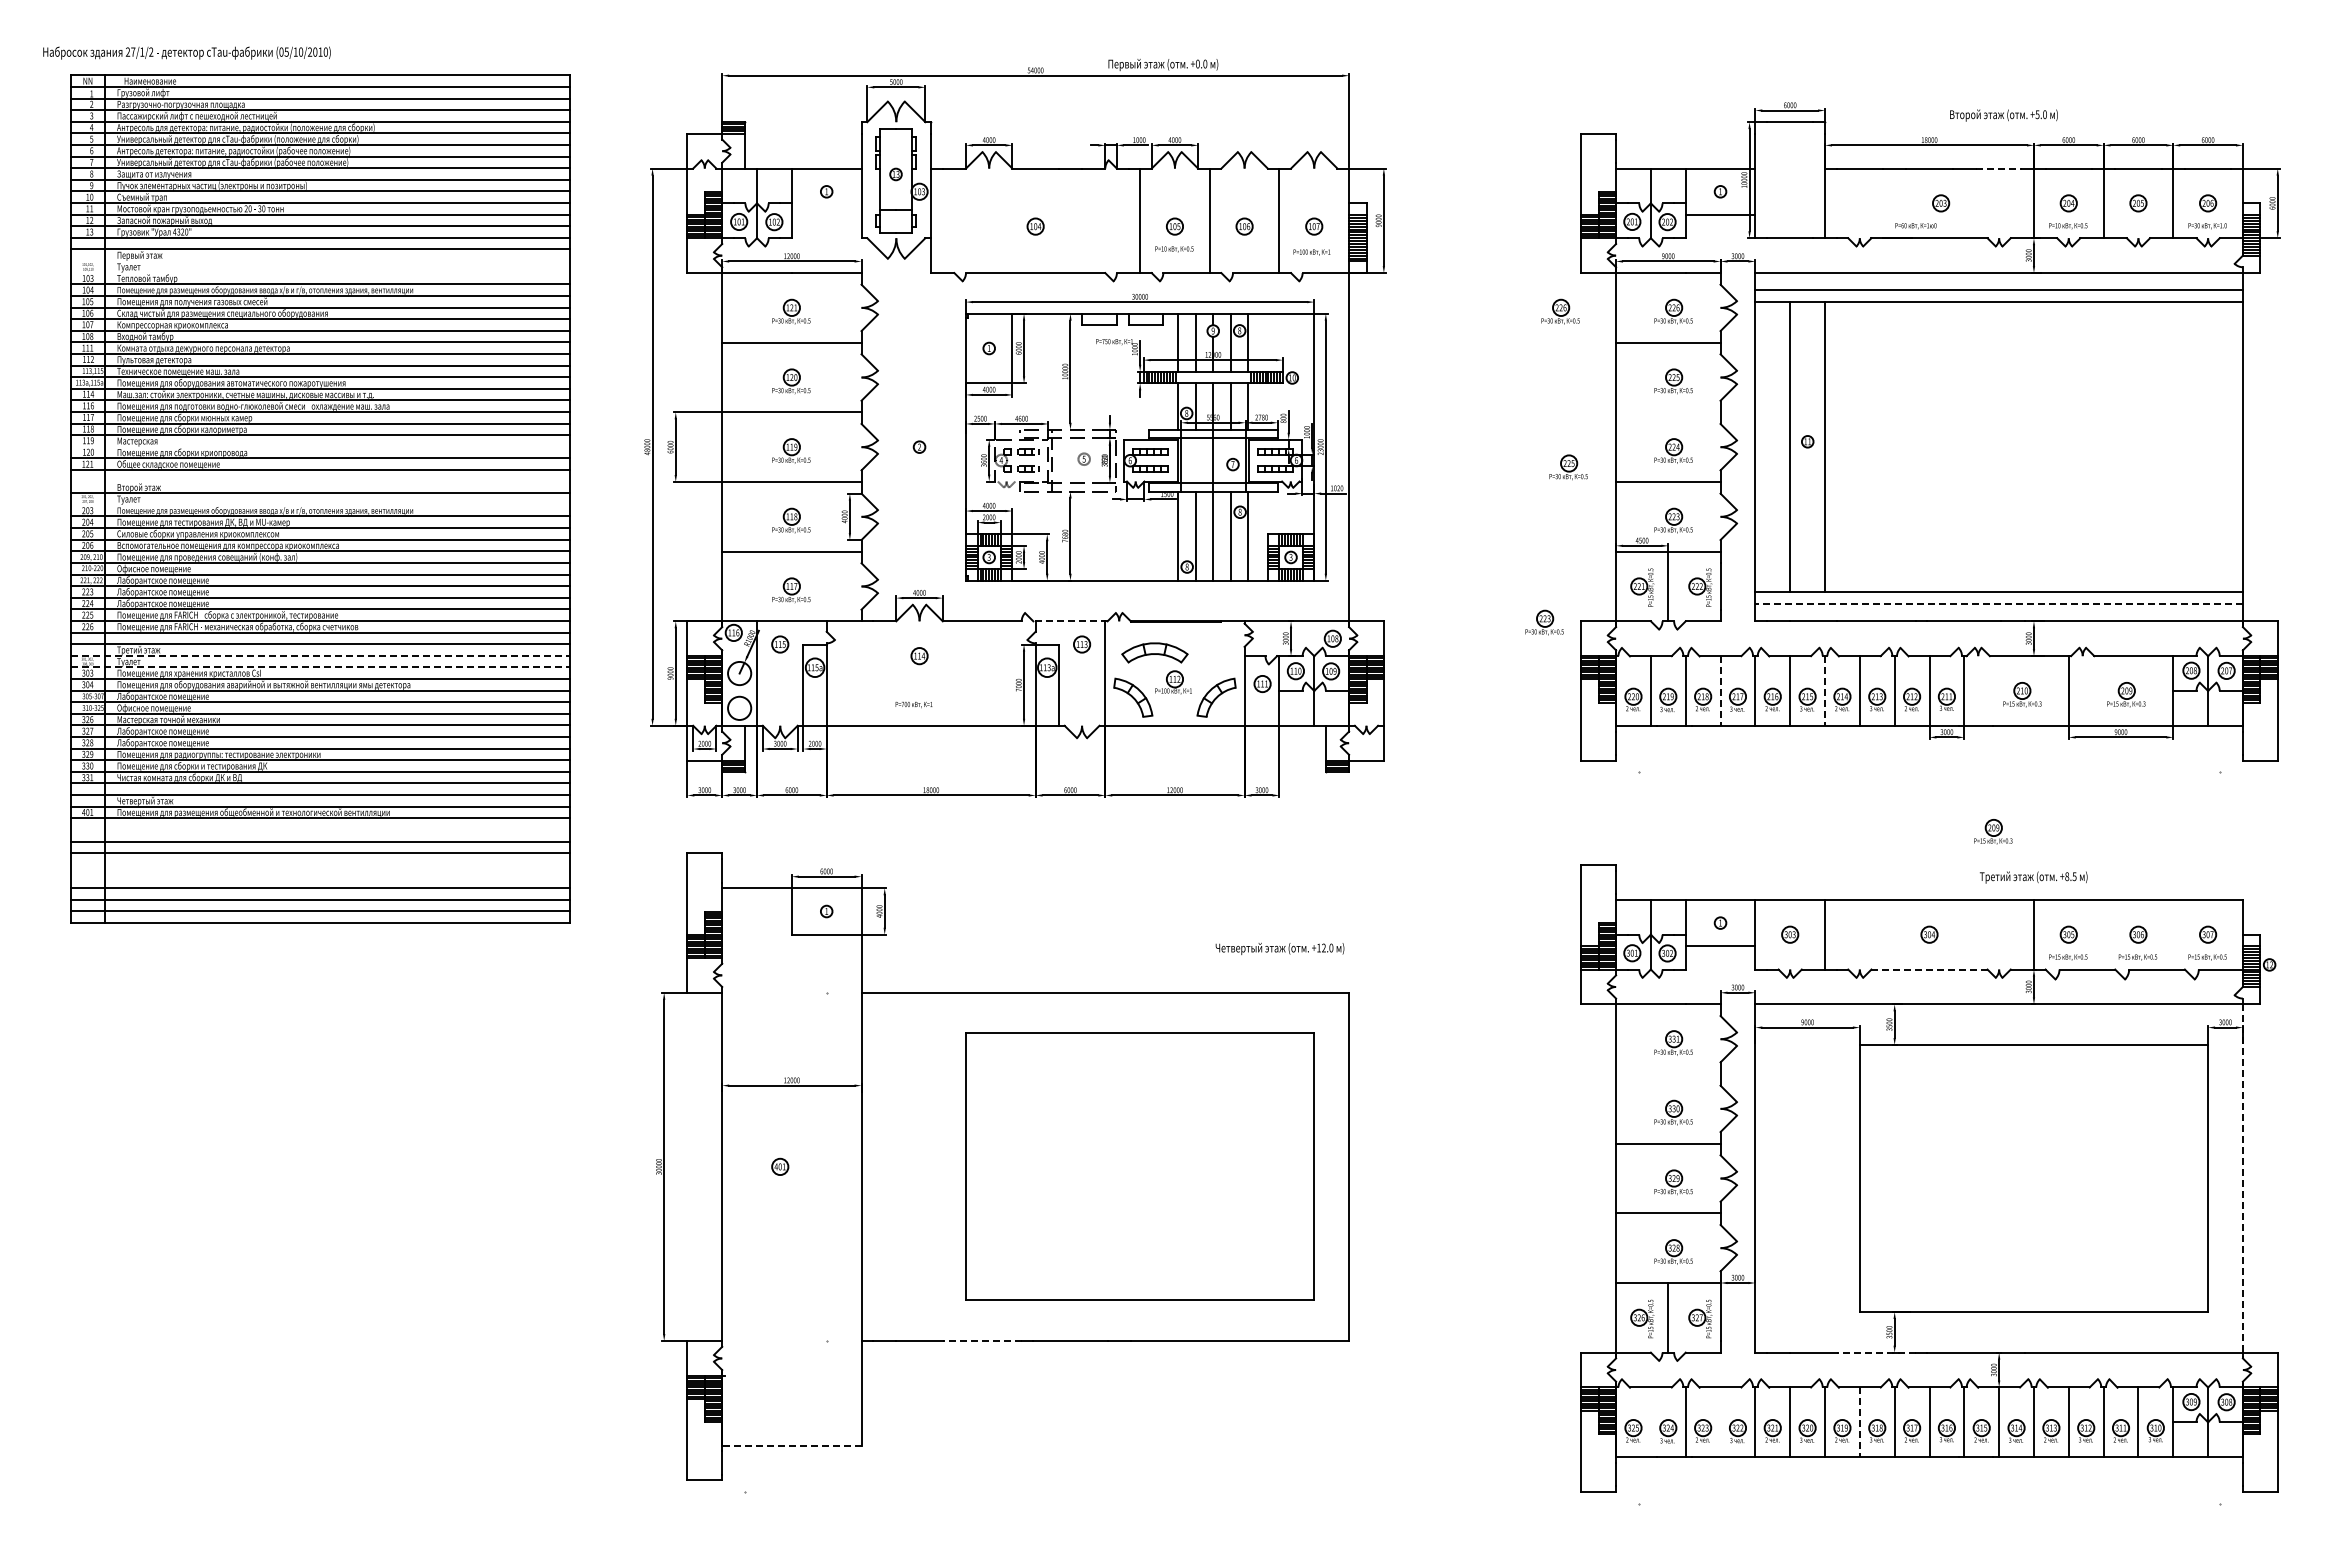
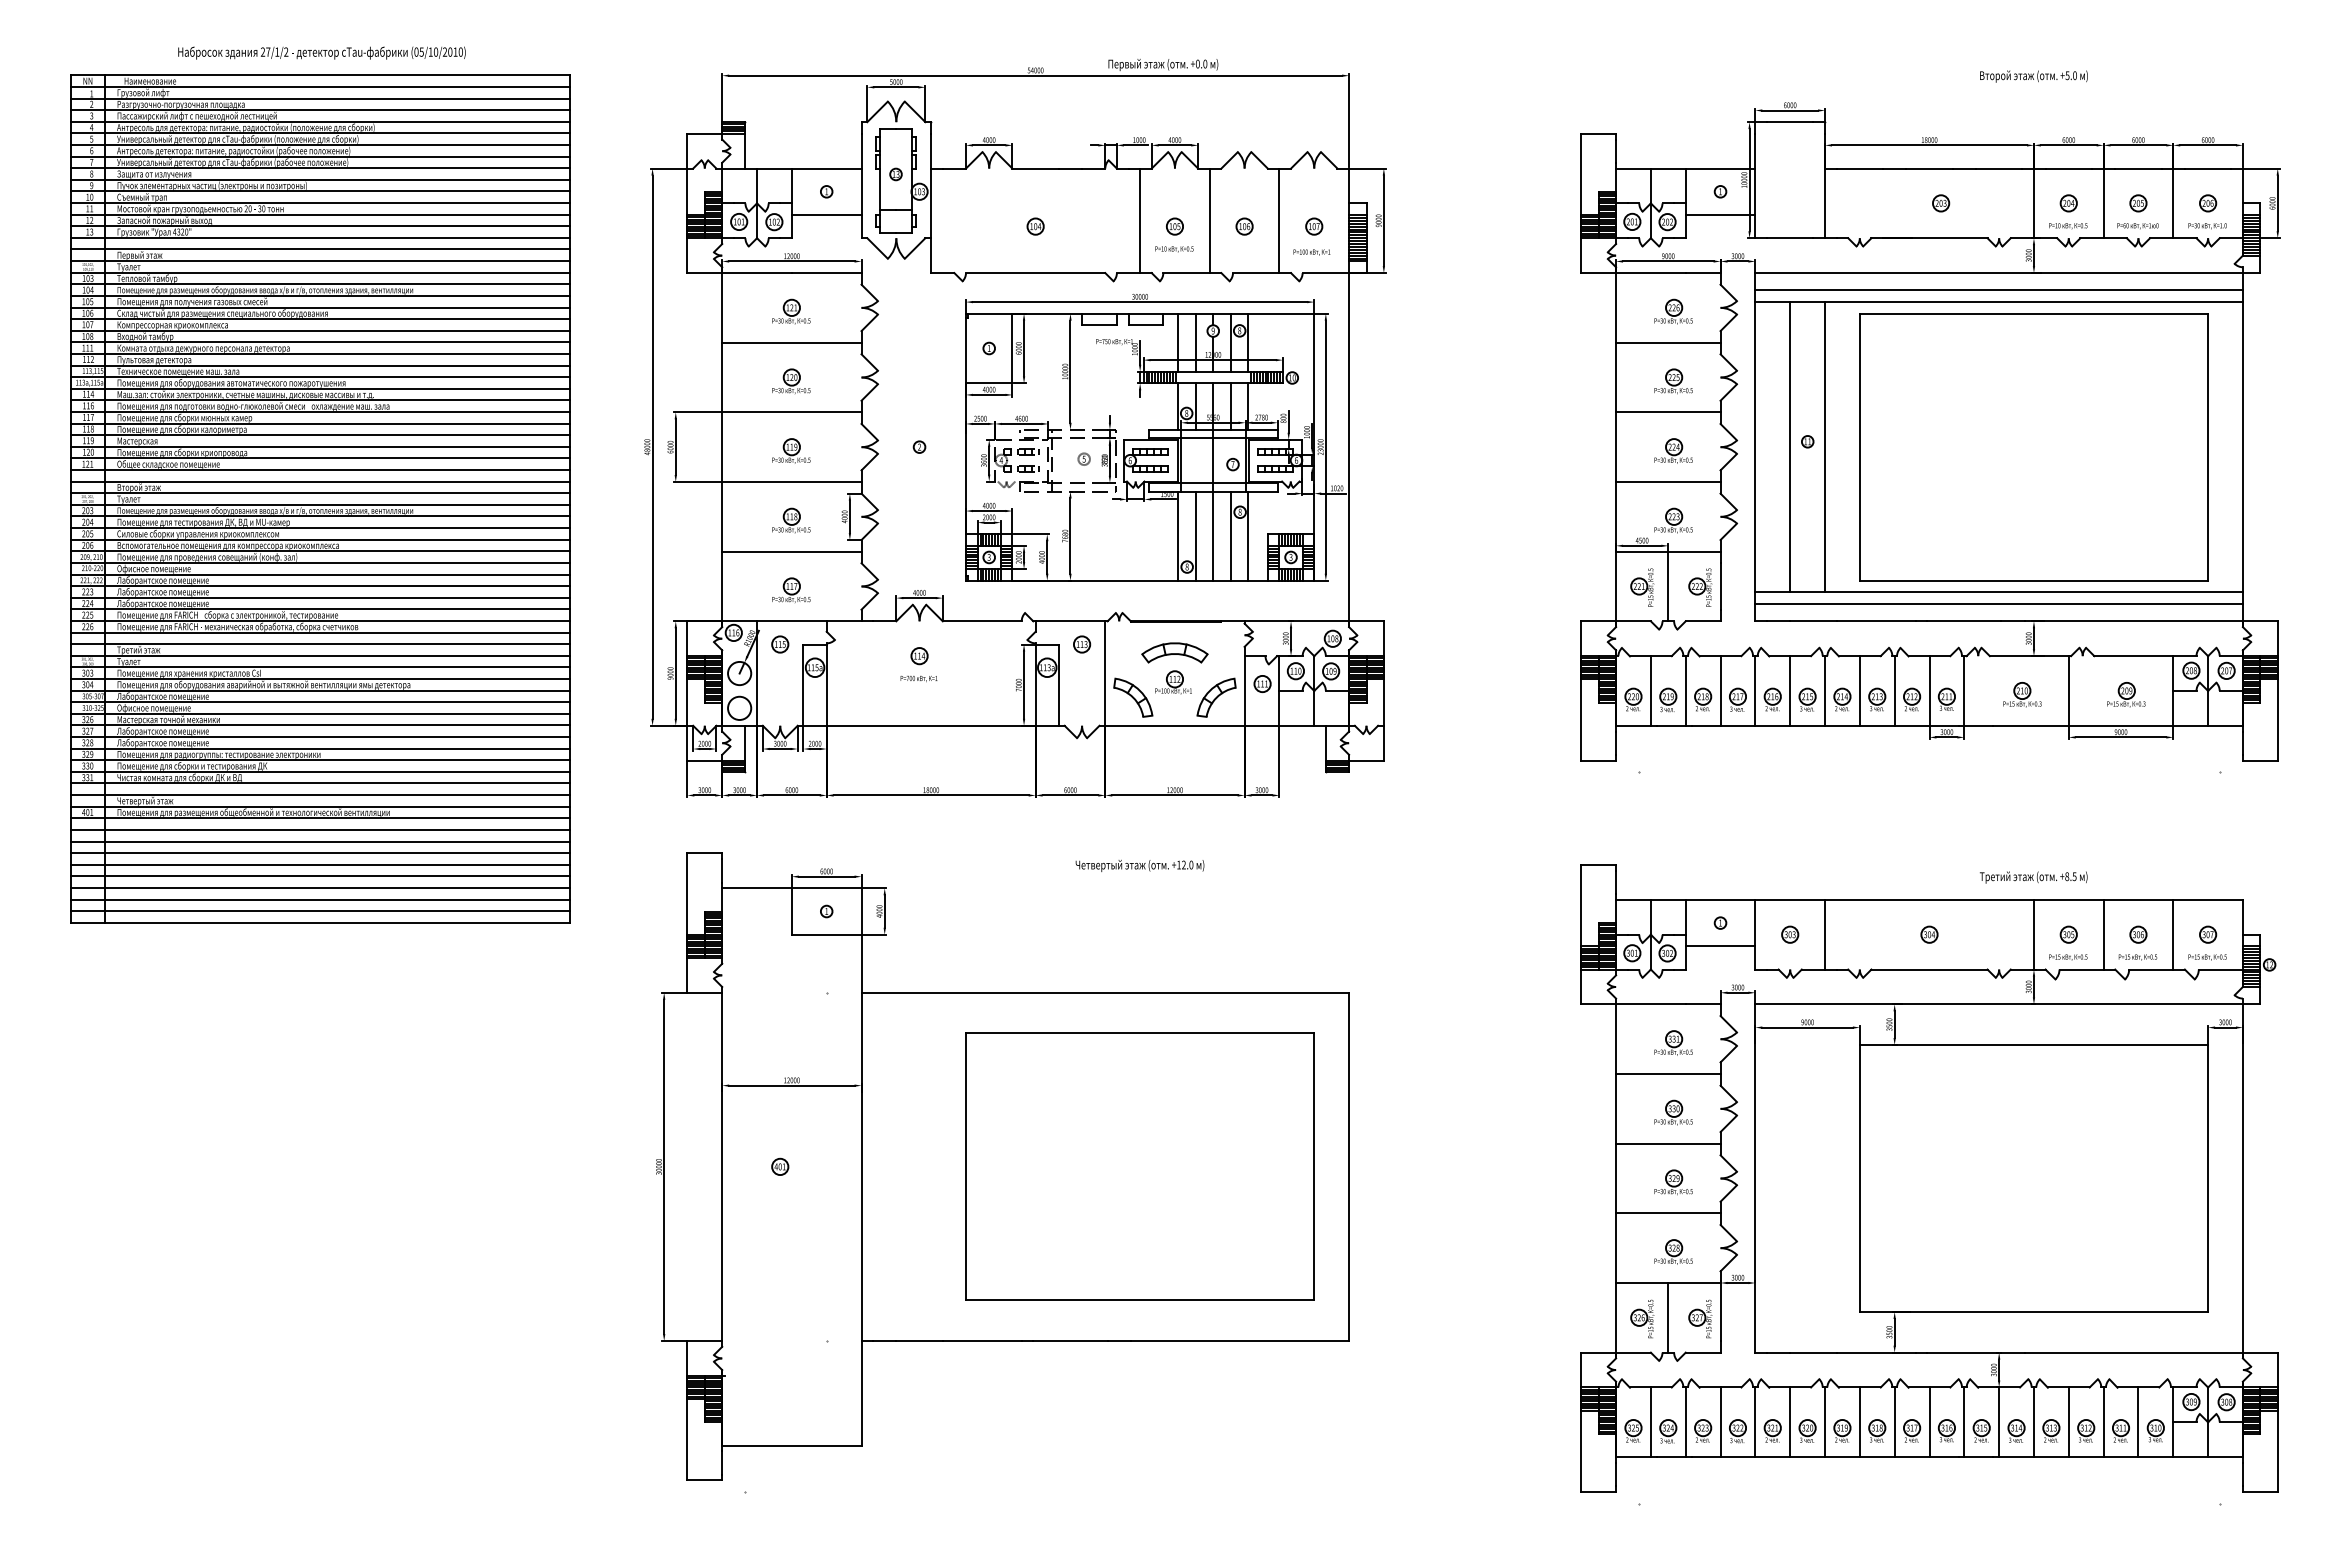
text at (186, 52) position: (186, 52) -> (321, 52)
text at (2003, 115) position: (2003, 115) -> (2033, 76)
line at (1999, 168): dashed -> solid
line at (826, 215): none -> present
text at (1915, 226) position: (1915, 226) -> (2137, 226)
line at (319, 261): none -> present
line at (319, 272): none -> present
part at (1560, 311): present -> none
line at (1668, 412): none -> present
line at (319, 446): none -> present
part at (2033, 447): none -> present
part at (1568, 467): present -> none
line at (319, 481): none -> present
line at (319, 504): none -> present
line at (1999, 603): dashed -> solid
line at (1069, 621): dashed -> solid
part at (1544, 622): present -> none
part at (1154, 652) position: (1154, 652) -> (1174, 652)
line at (320, 655): dashed -> solid
line at (320, 667): dashed -> solid
line at (1720, 690): dashed -> solid
line at (1825, 690): dashed -> solid
text at (913, 704) position: (913, 704) -> (918, 678)
line at (319, 829): none -> present
part at (1993, 831): present -> none
line at (319, 864): none -> present
line at (319, 876): none -> present
line at (2103, 934): none -> present
line at (2173, 934): none -> present
text at (1279, 948) position: (1279, 948) -> (1139, 865)
line at (1930, 969): dashed -> solid
line at (1668, 1074): none -> present
line at (2242, 1181): dashed -> solid
line at (981, 1341): dashed -> solid
line at (1875, 1352): dashed -> solid
line at (1650, 1422): none -> present
line at (1720, 1422): none -> present
line at (1859, 1422): dashed -> solid
line at (791, 1445): dashed -> solid
